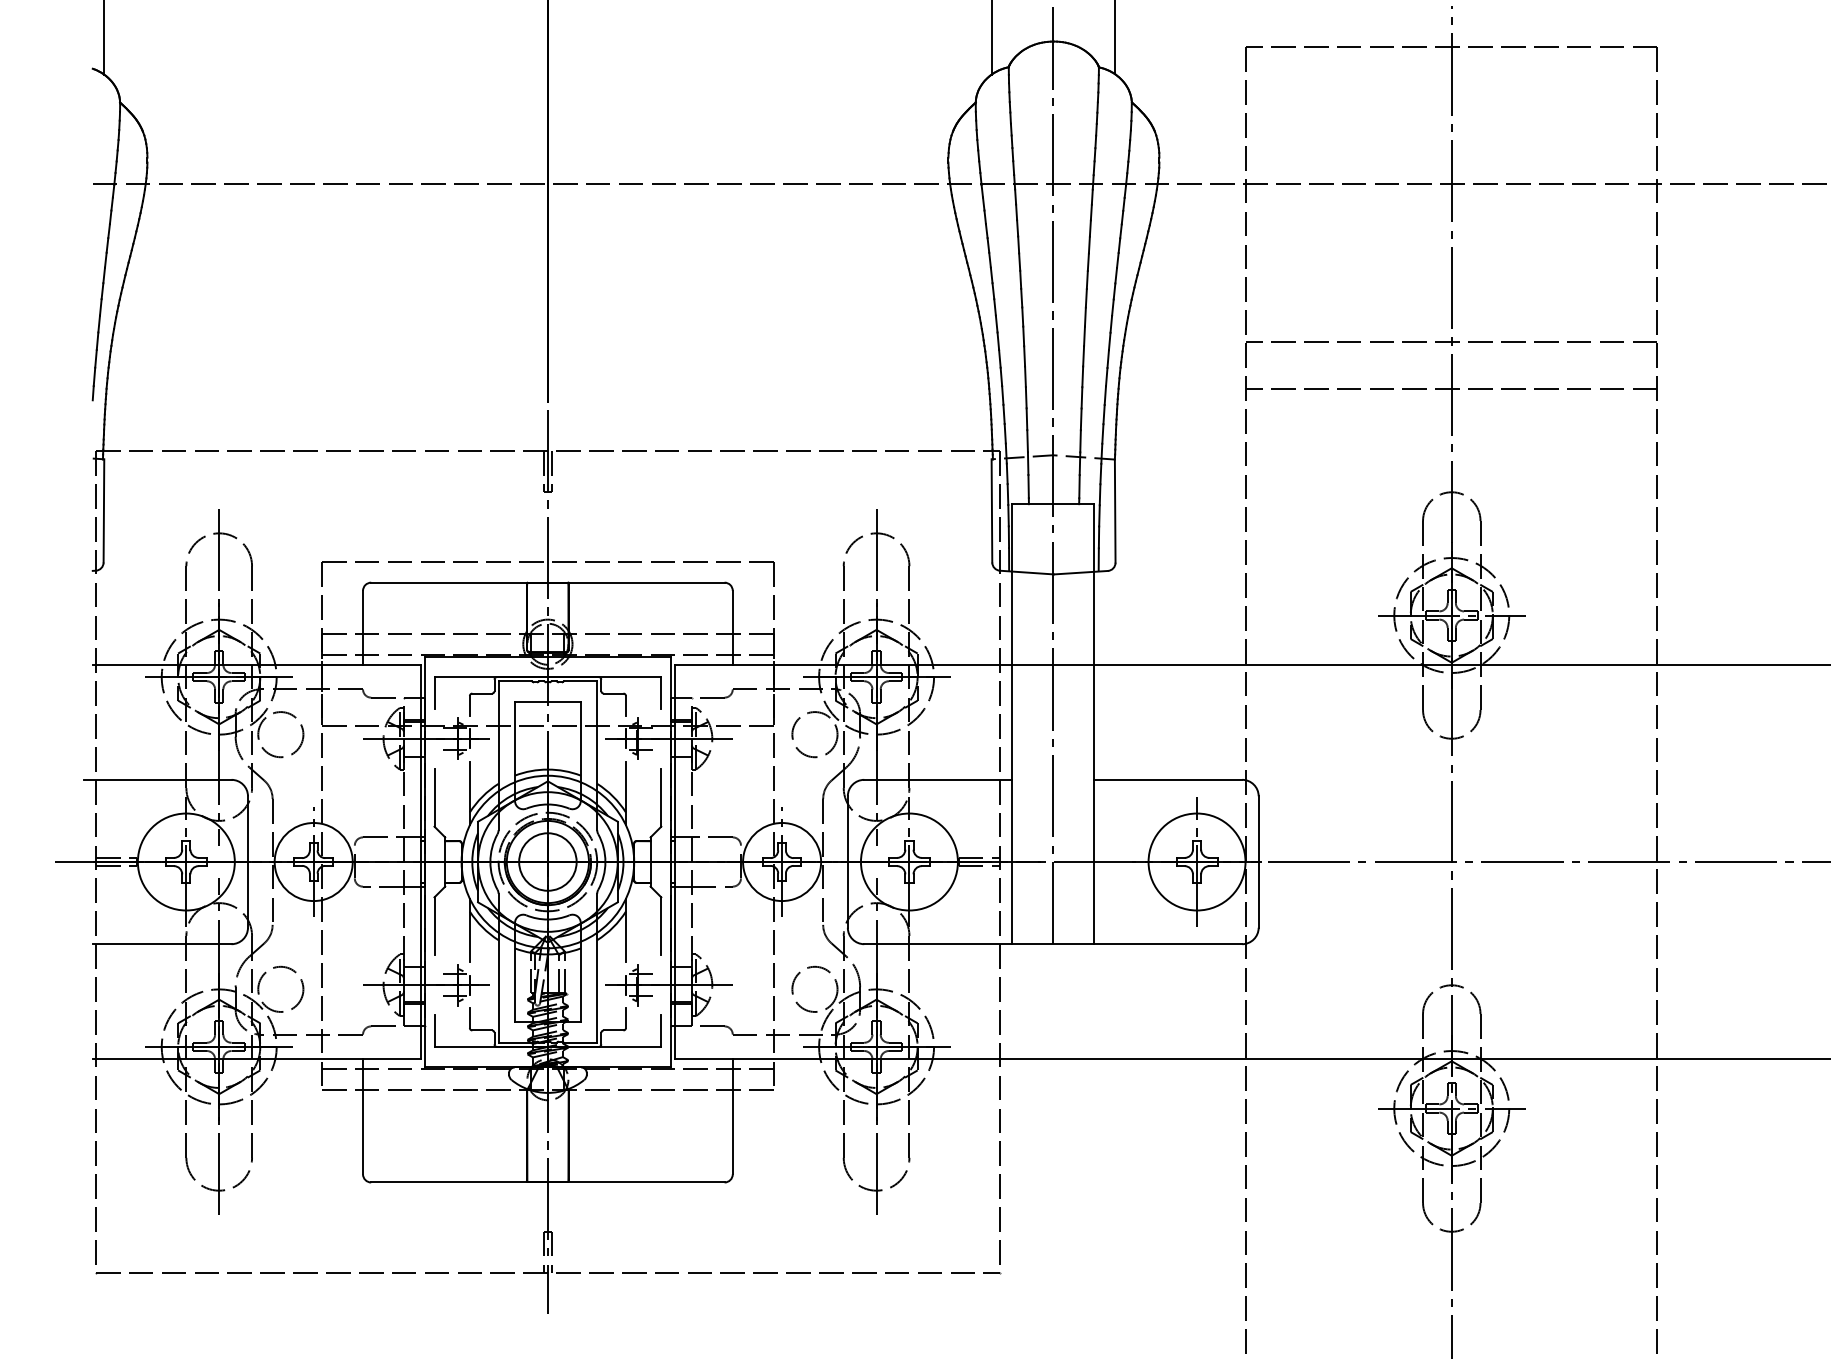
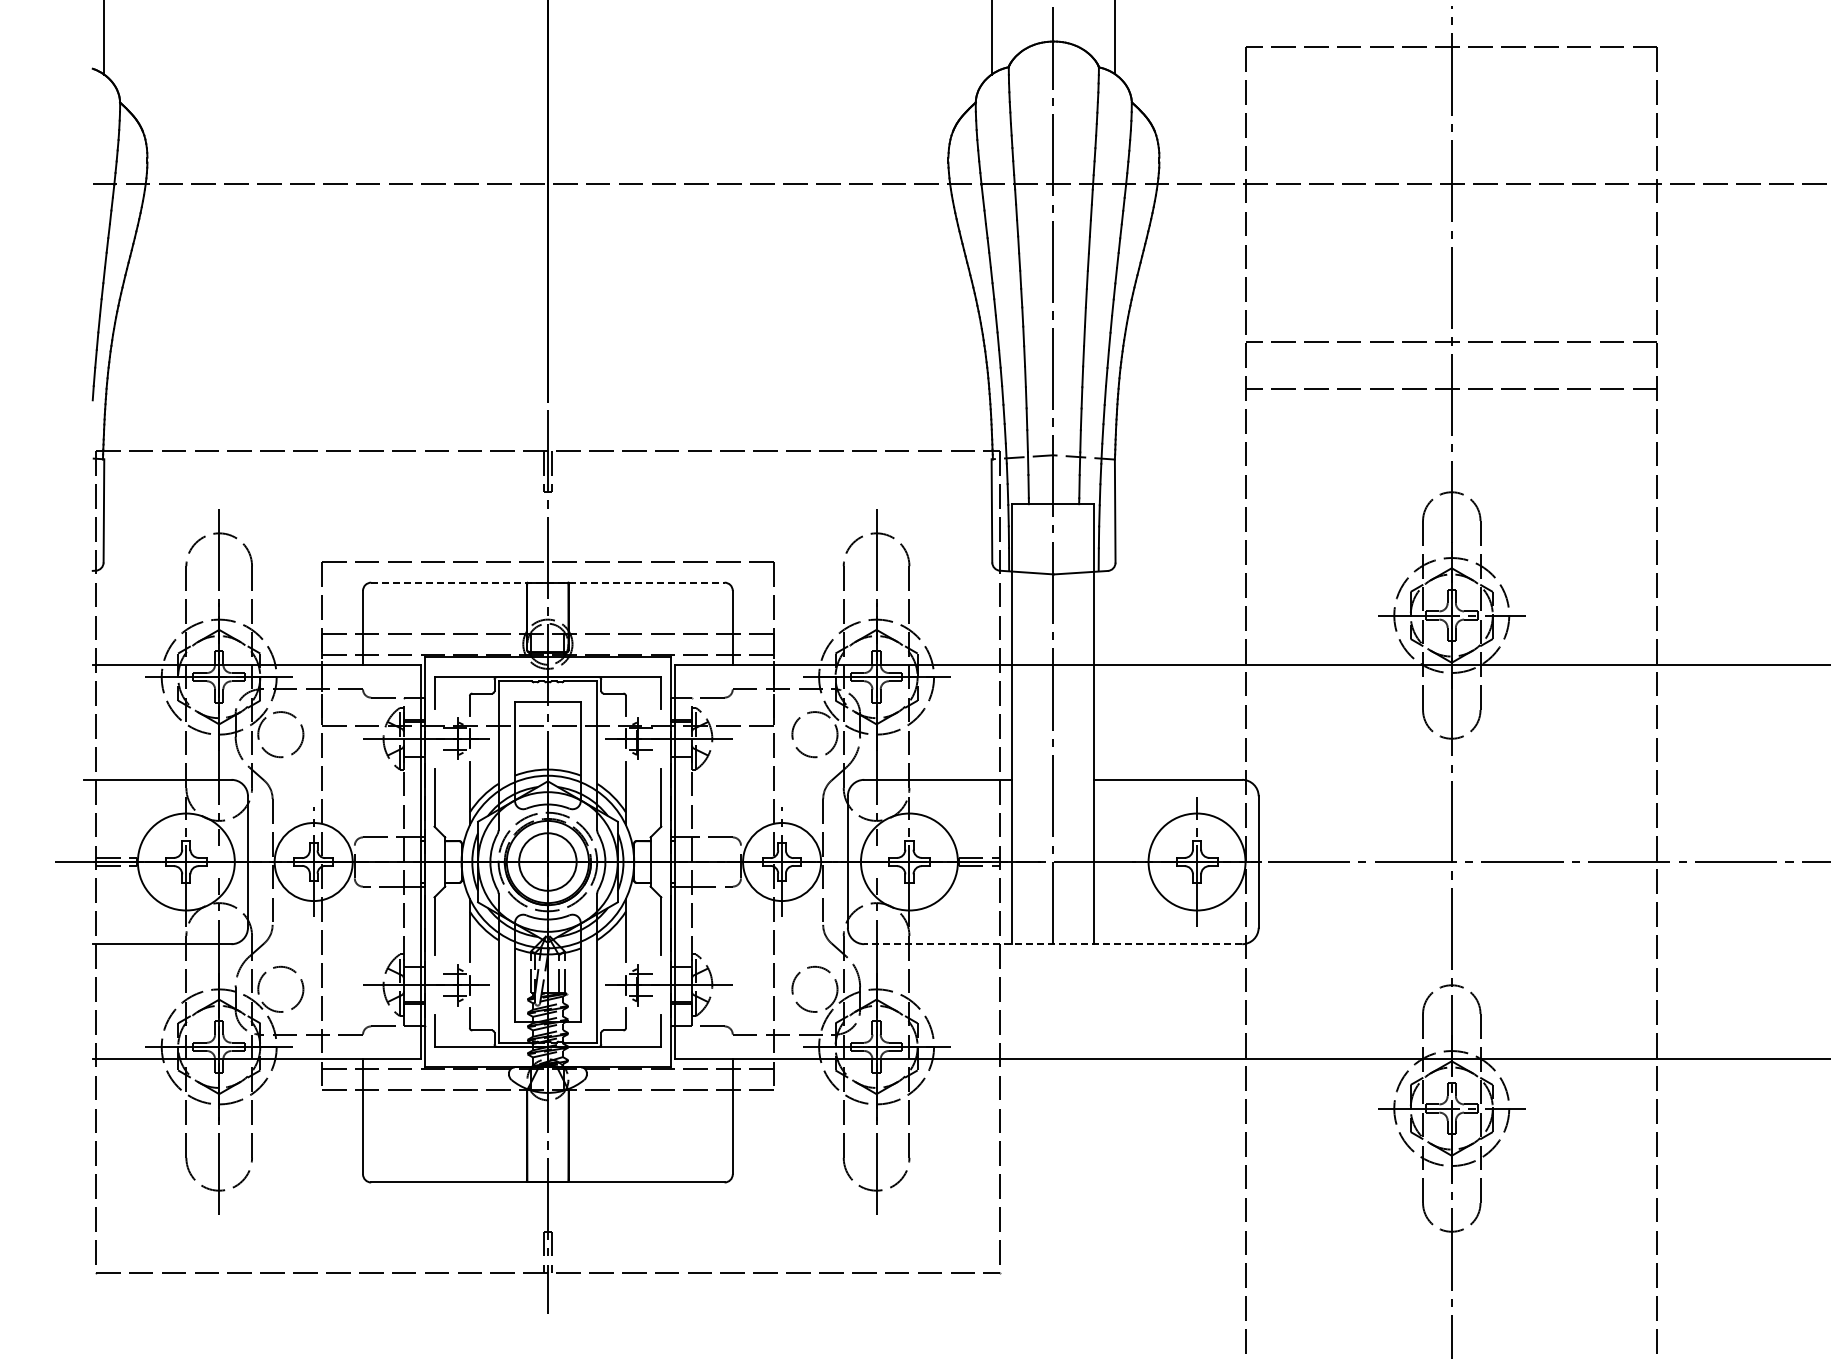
line at (547, 582): solid -> dashed
line at (1053, 944): solid -> dashed
